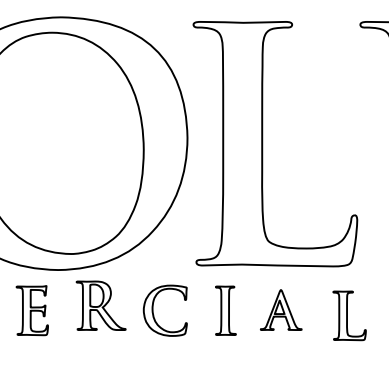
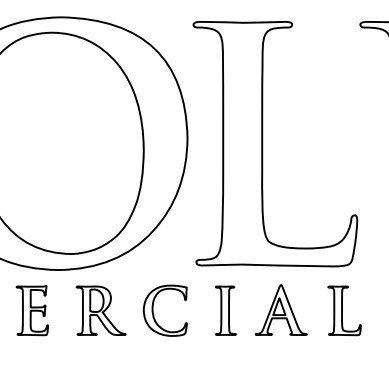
part at (100, 305) position: (100, 305) -> (100, 310)
part at (281, 309) size: 43x42 px -> 54x52 px
part at (349, 315) position: (349, 315) -> (344, 310)
